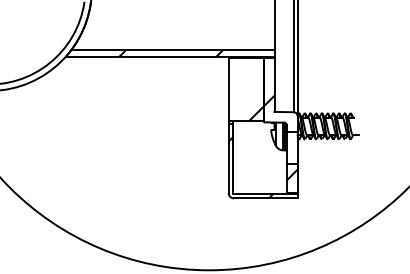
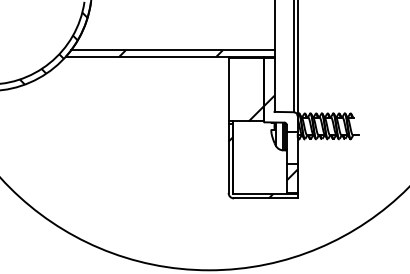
hatch at (53, 48): none -> present
